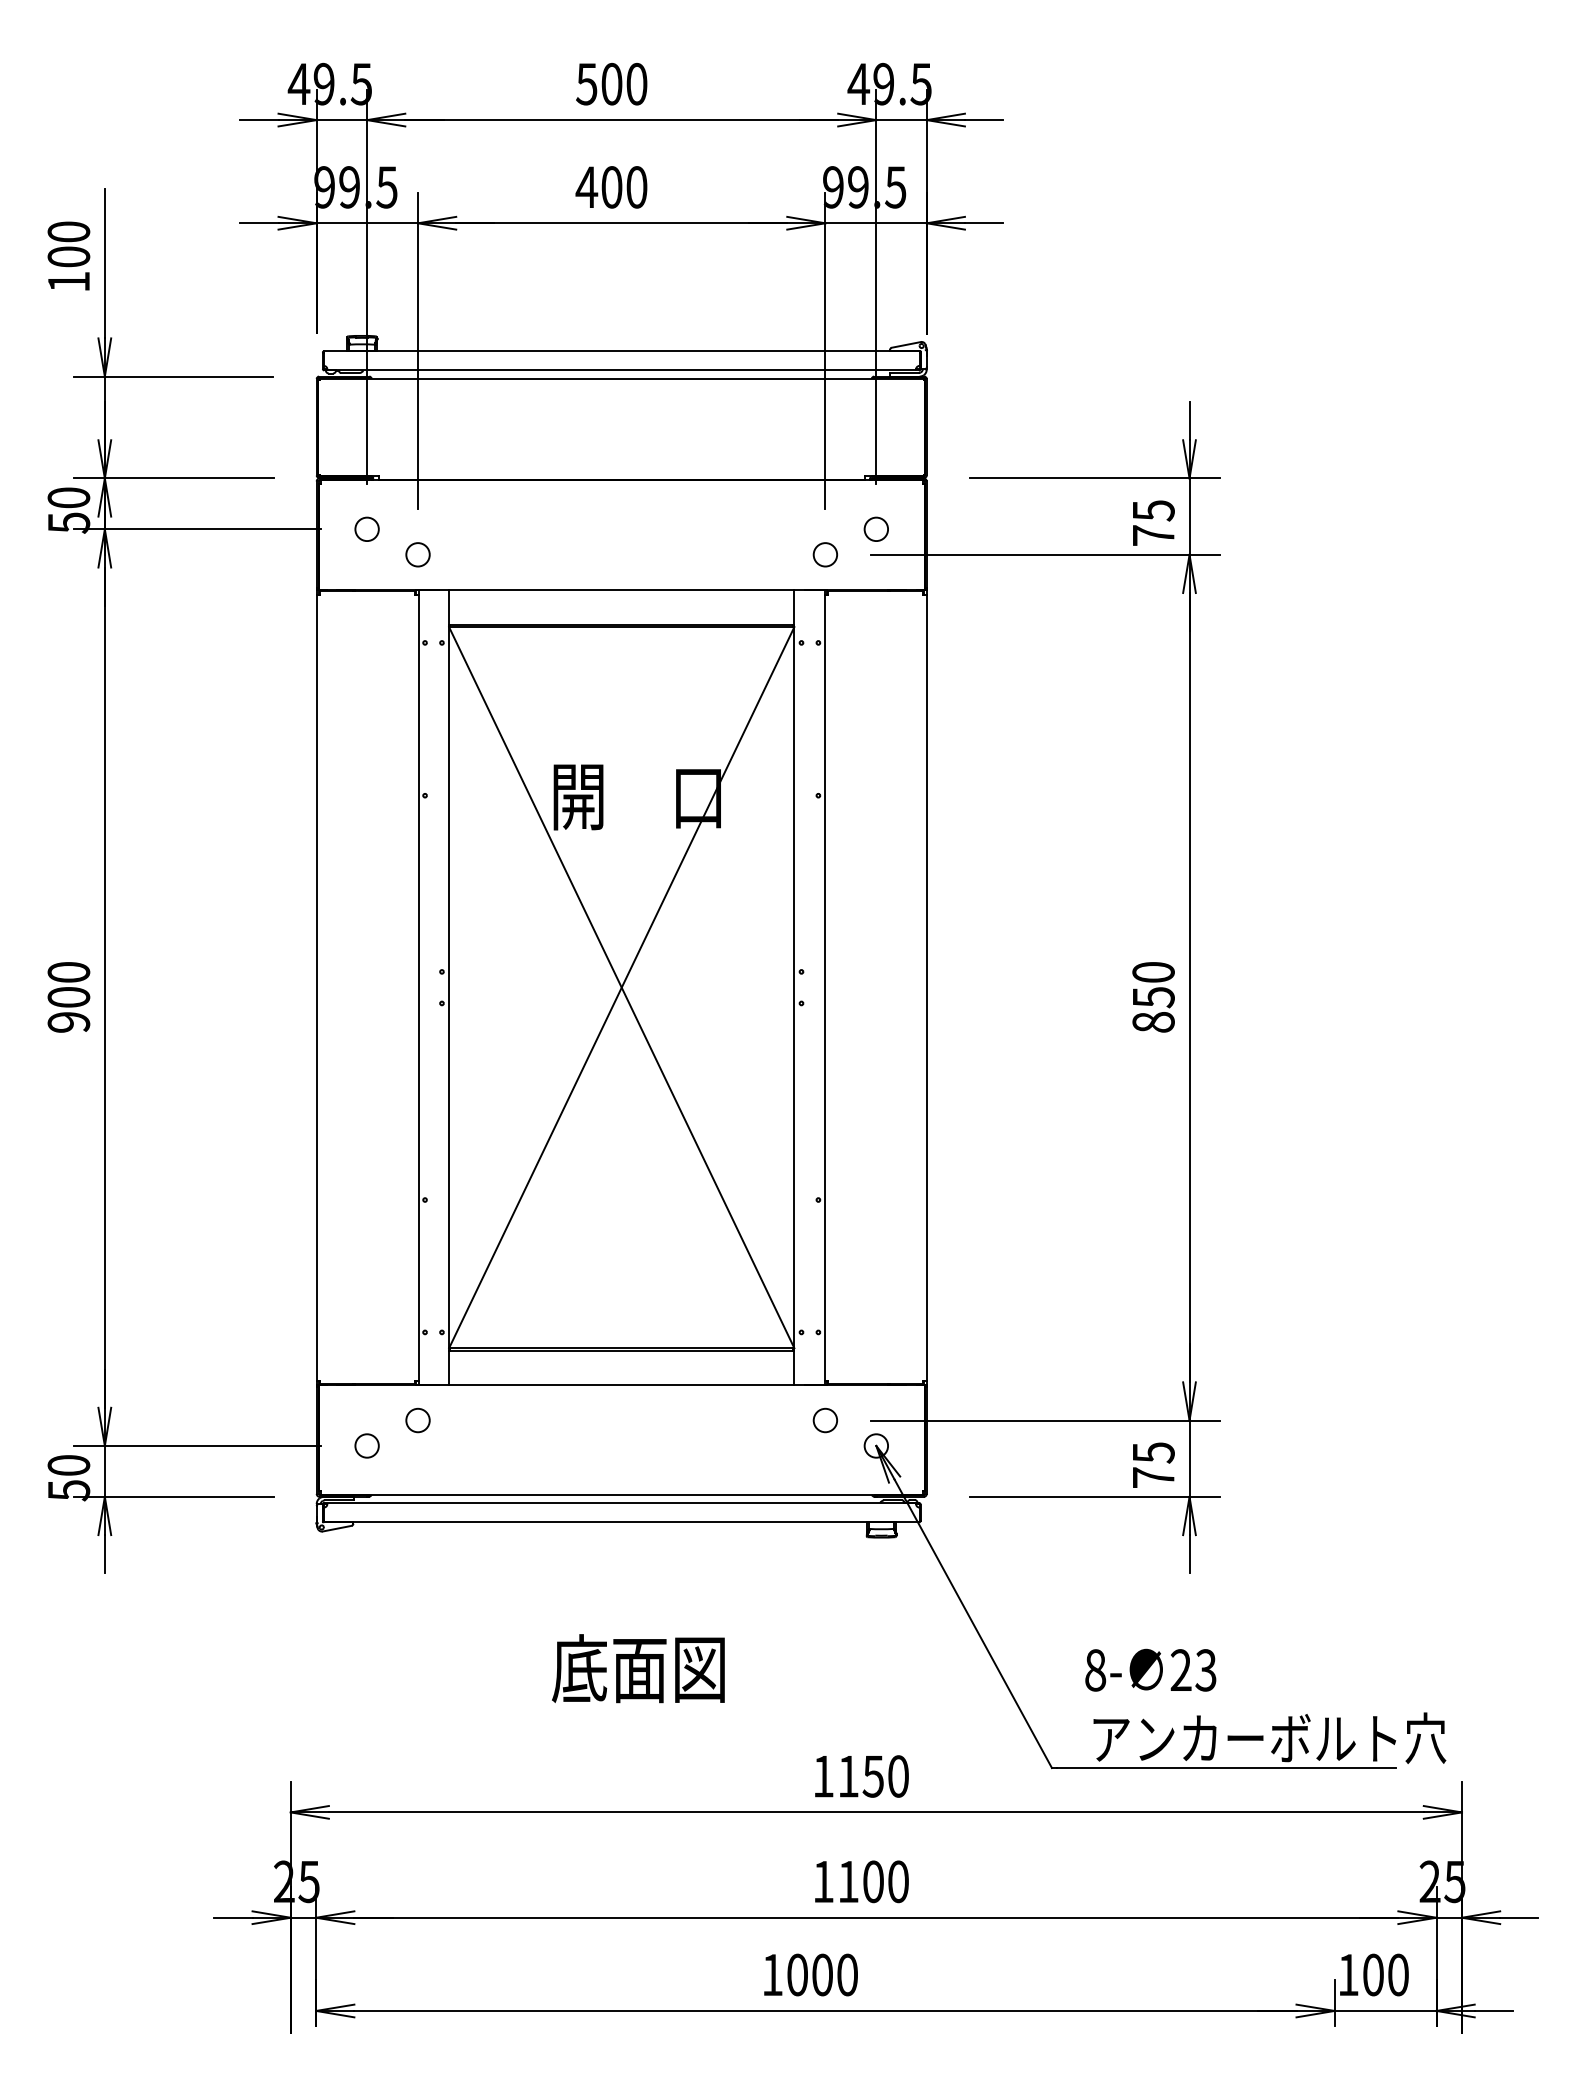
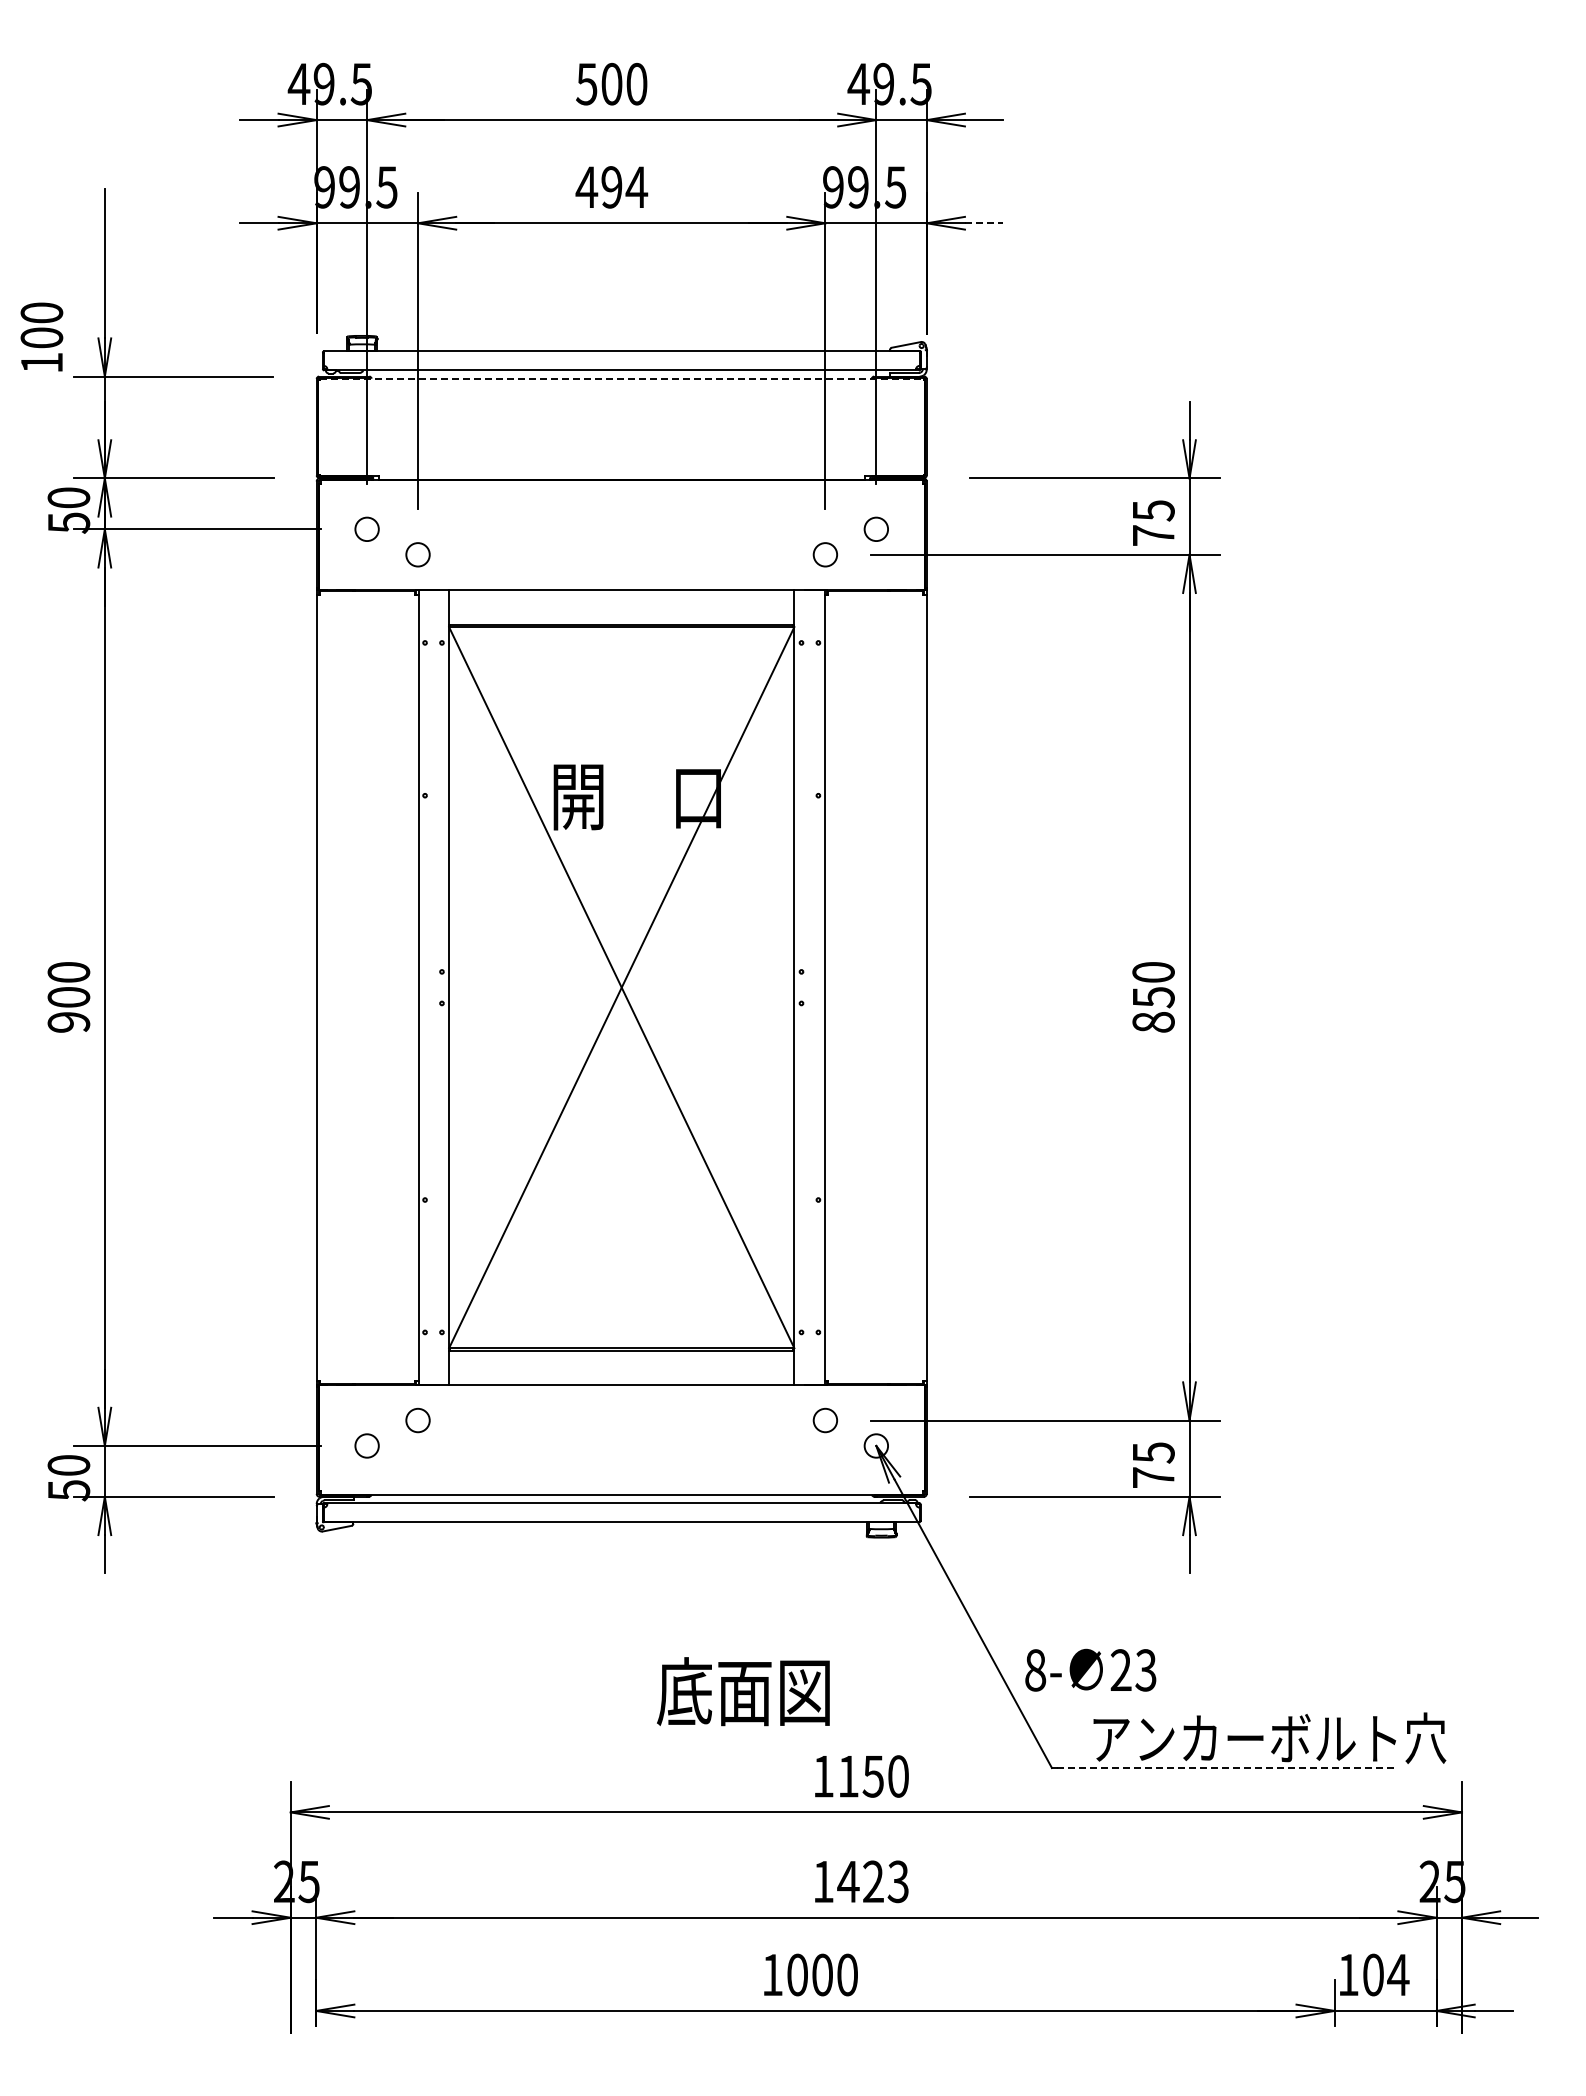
text at (624, 187): 400 -> 494
line at (984, 223): solid -> dashed
text at (68, 255) position: (68, 255) -> (41, 336)
line at (621, 378): solid -> dashed
text at (638, 1668) position: (638, 1668) -> (743, 1691)
text at (1150, 1669) position: (1150, 1669) -> (1090, 1669)
line at (1227, 1768): solid -> dashed
text at (872, 1881): 1100 -> 1423
text at (1398, 1974): 100 -> 104
